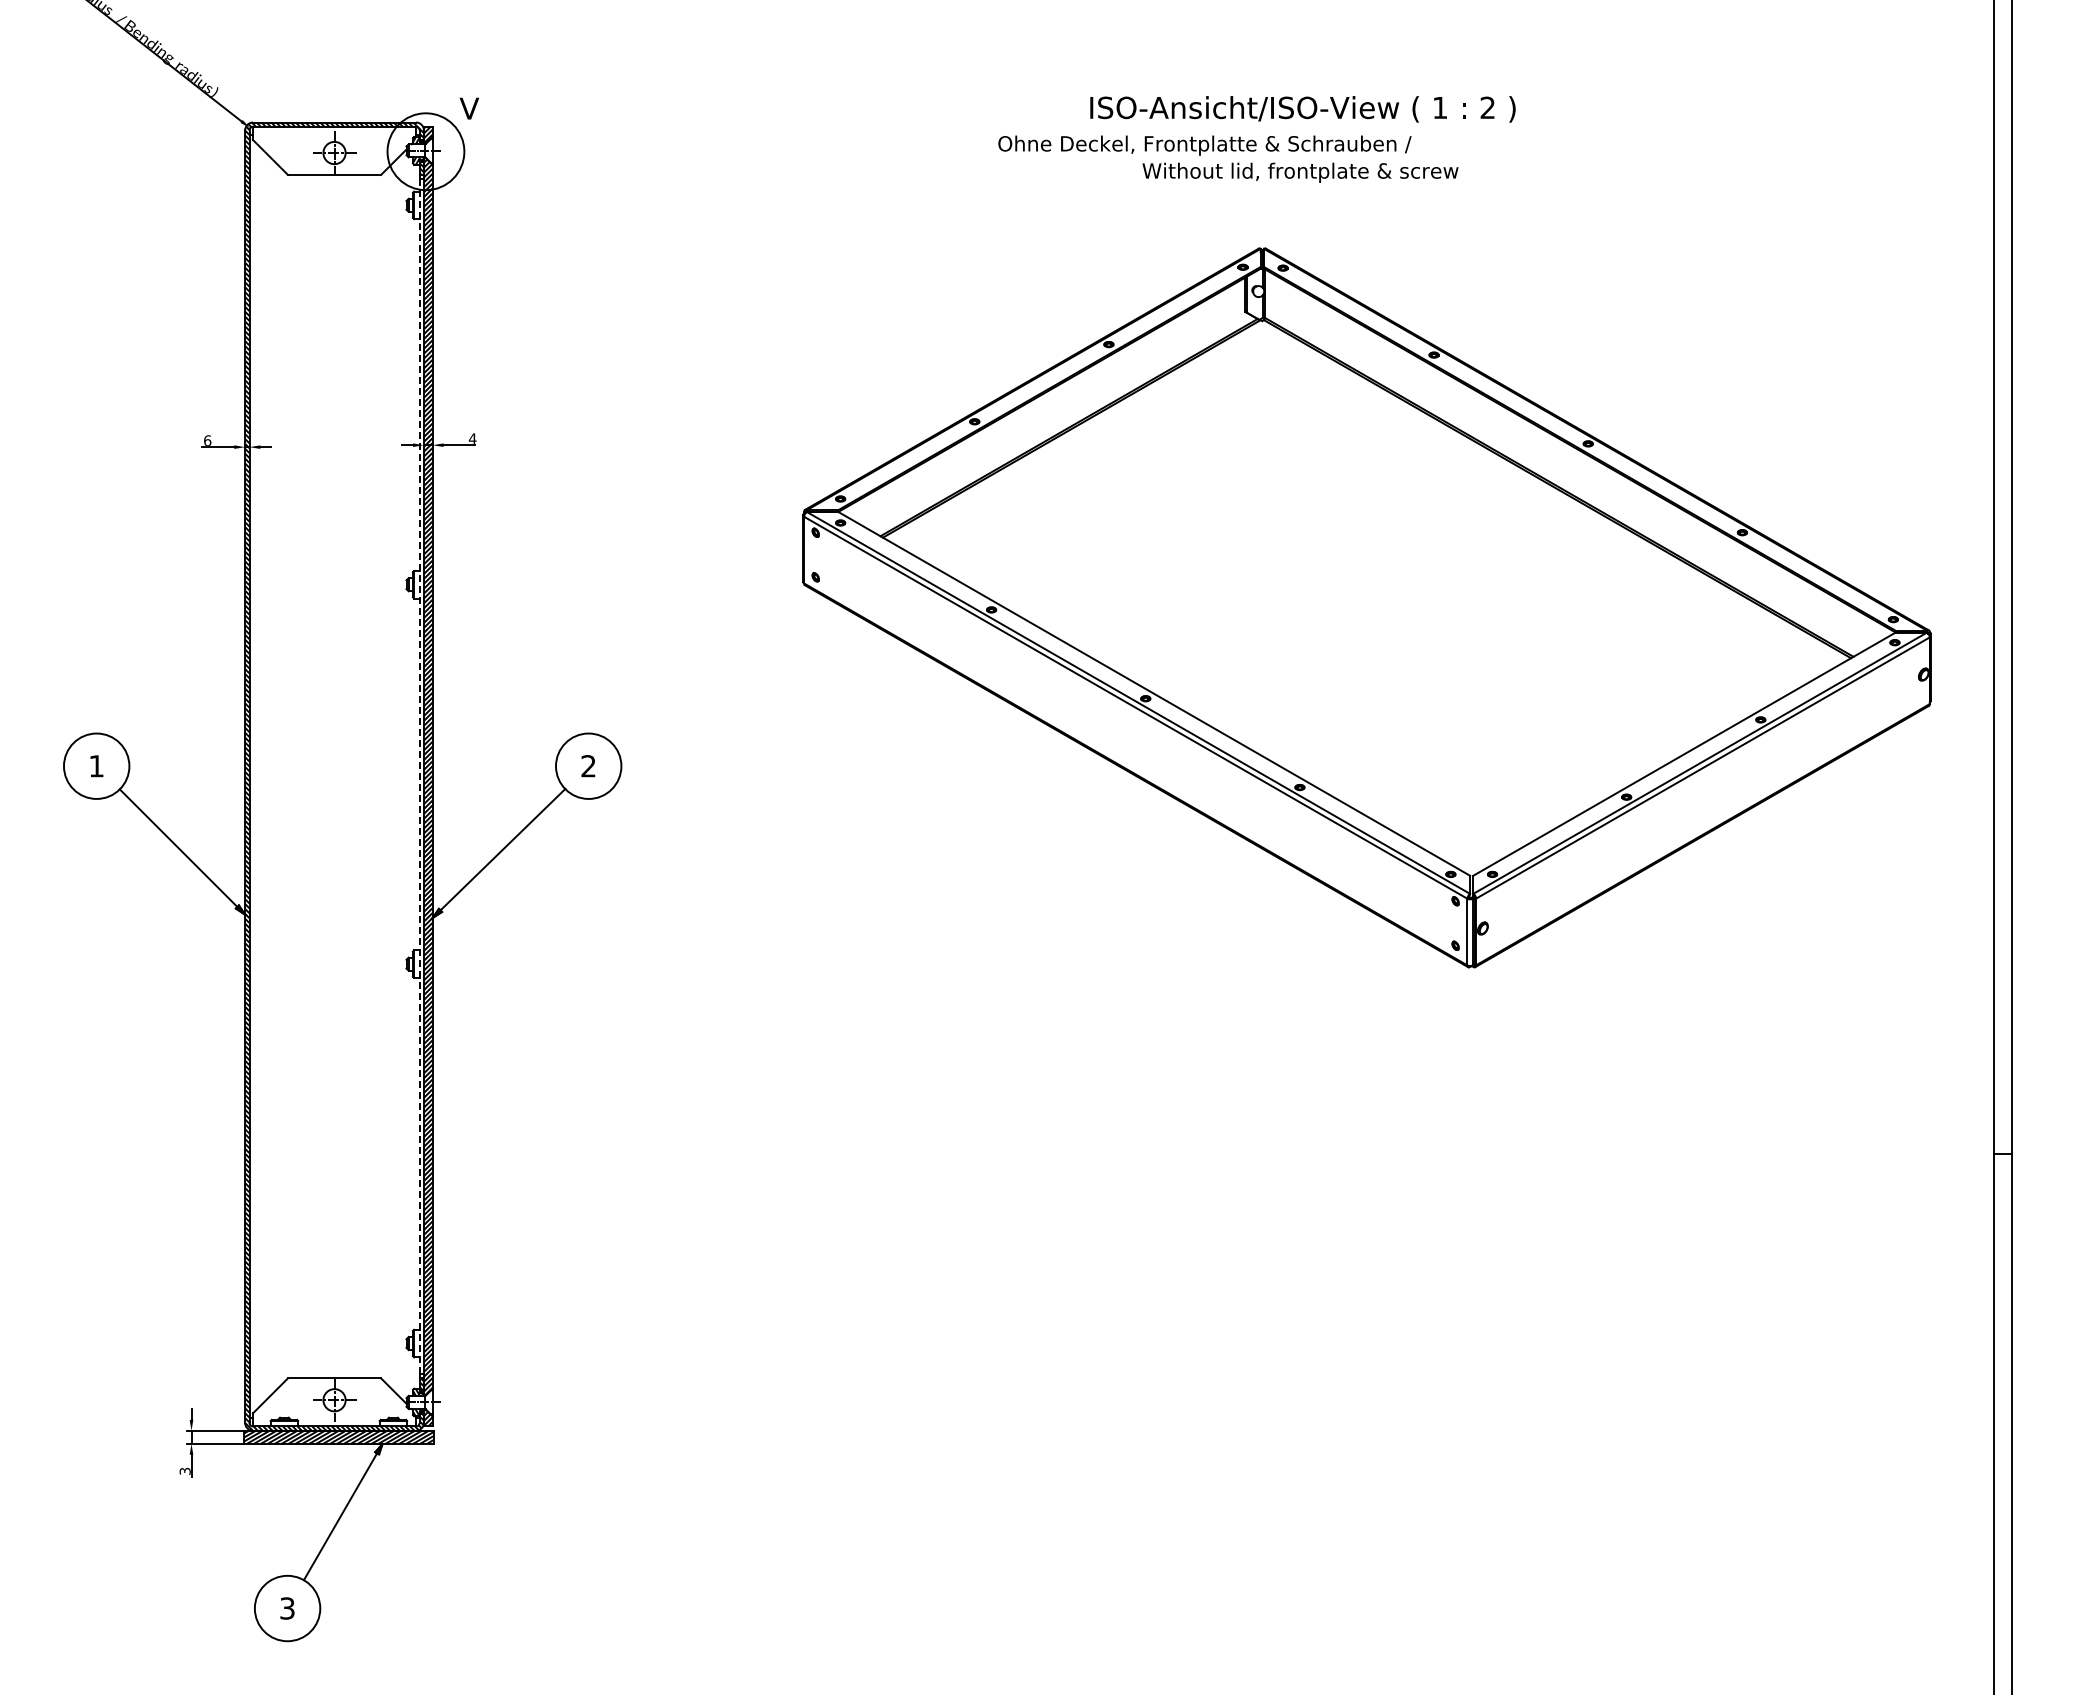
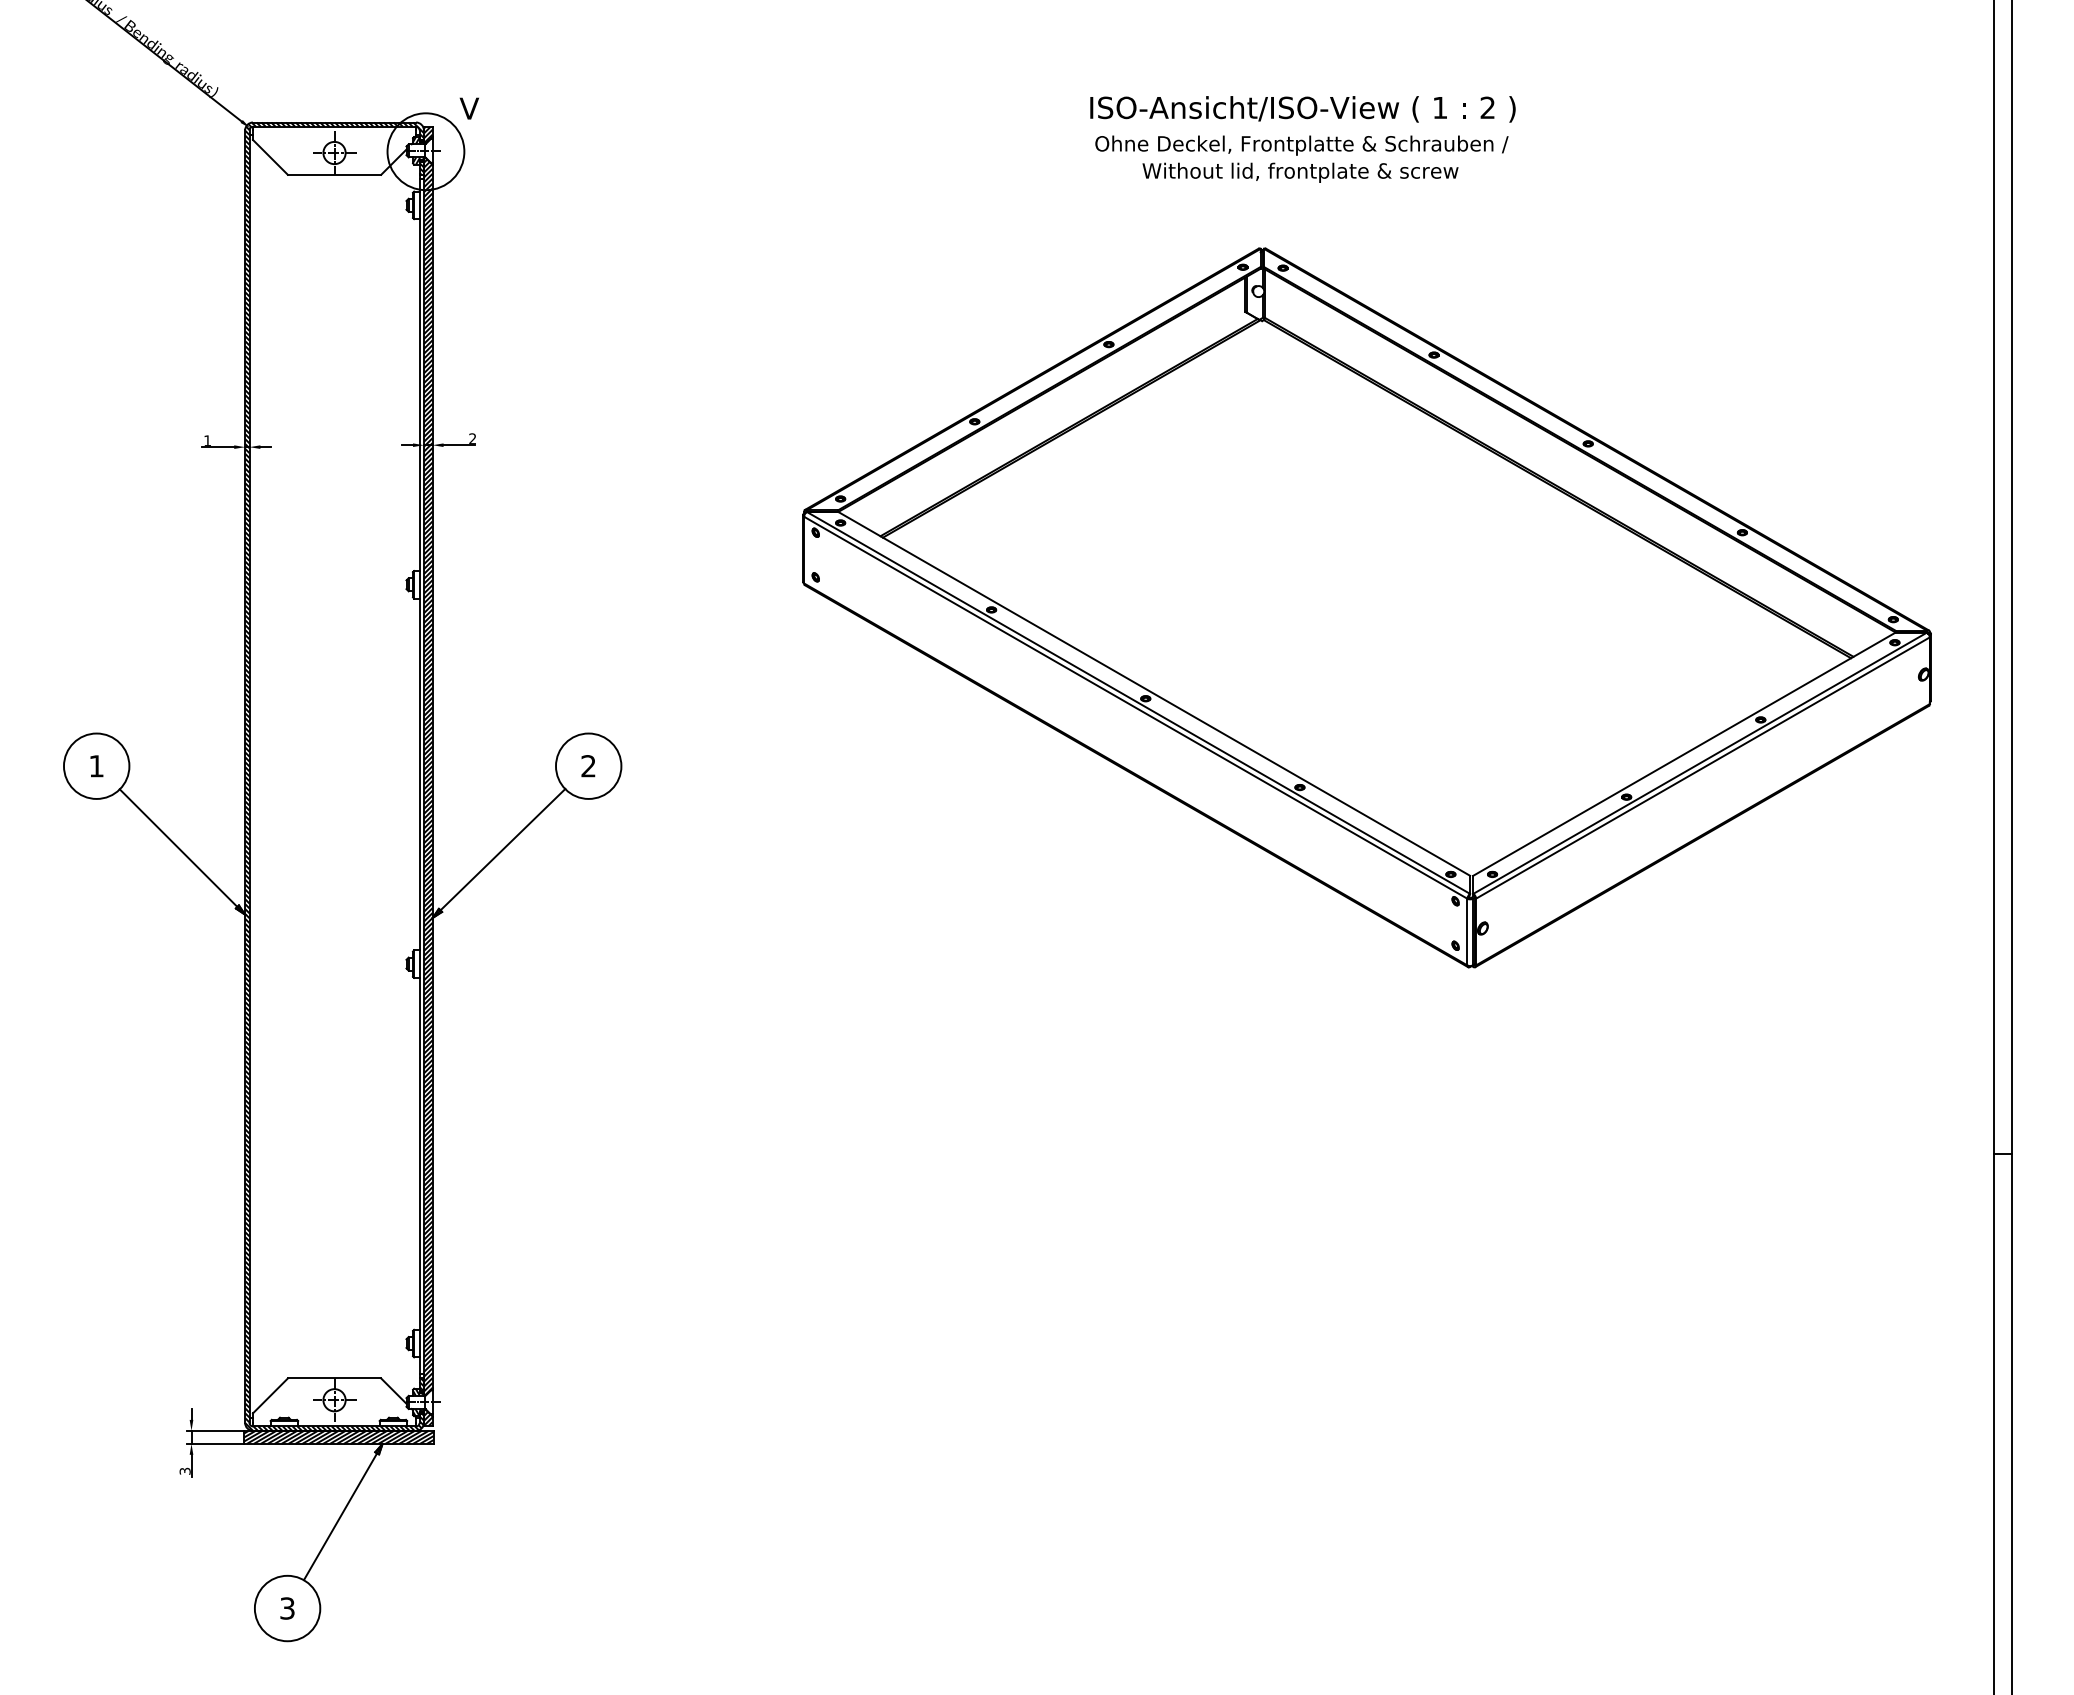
text at (1204, 145) position: (1204, 145) -> (1301, 145)
text at (472, 438): 4 -> 2
text at (207, 440): 6 -> 1
line at (419, 776): dashed -> solid
